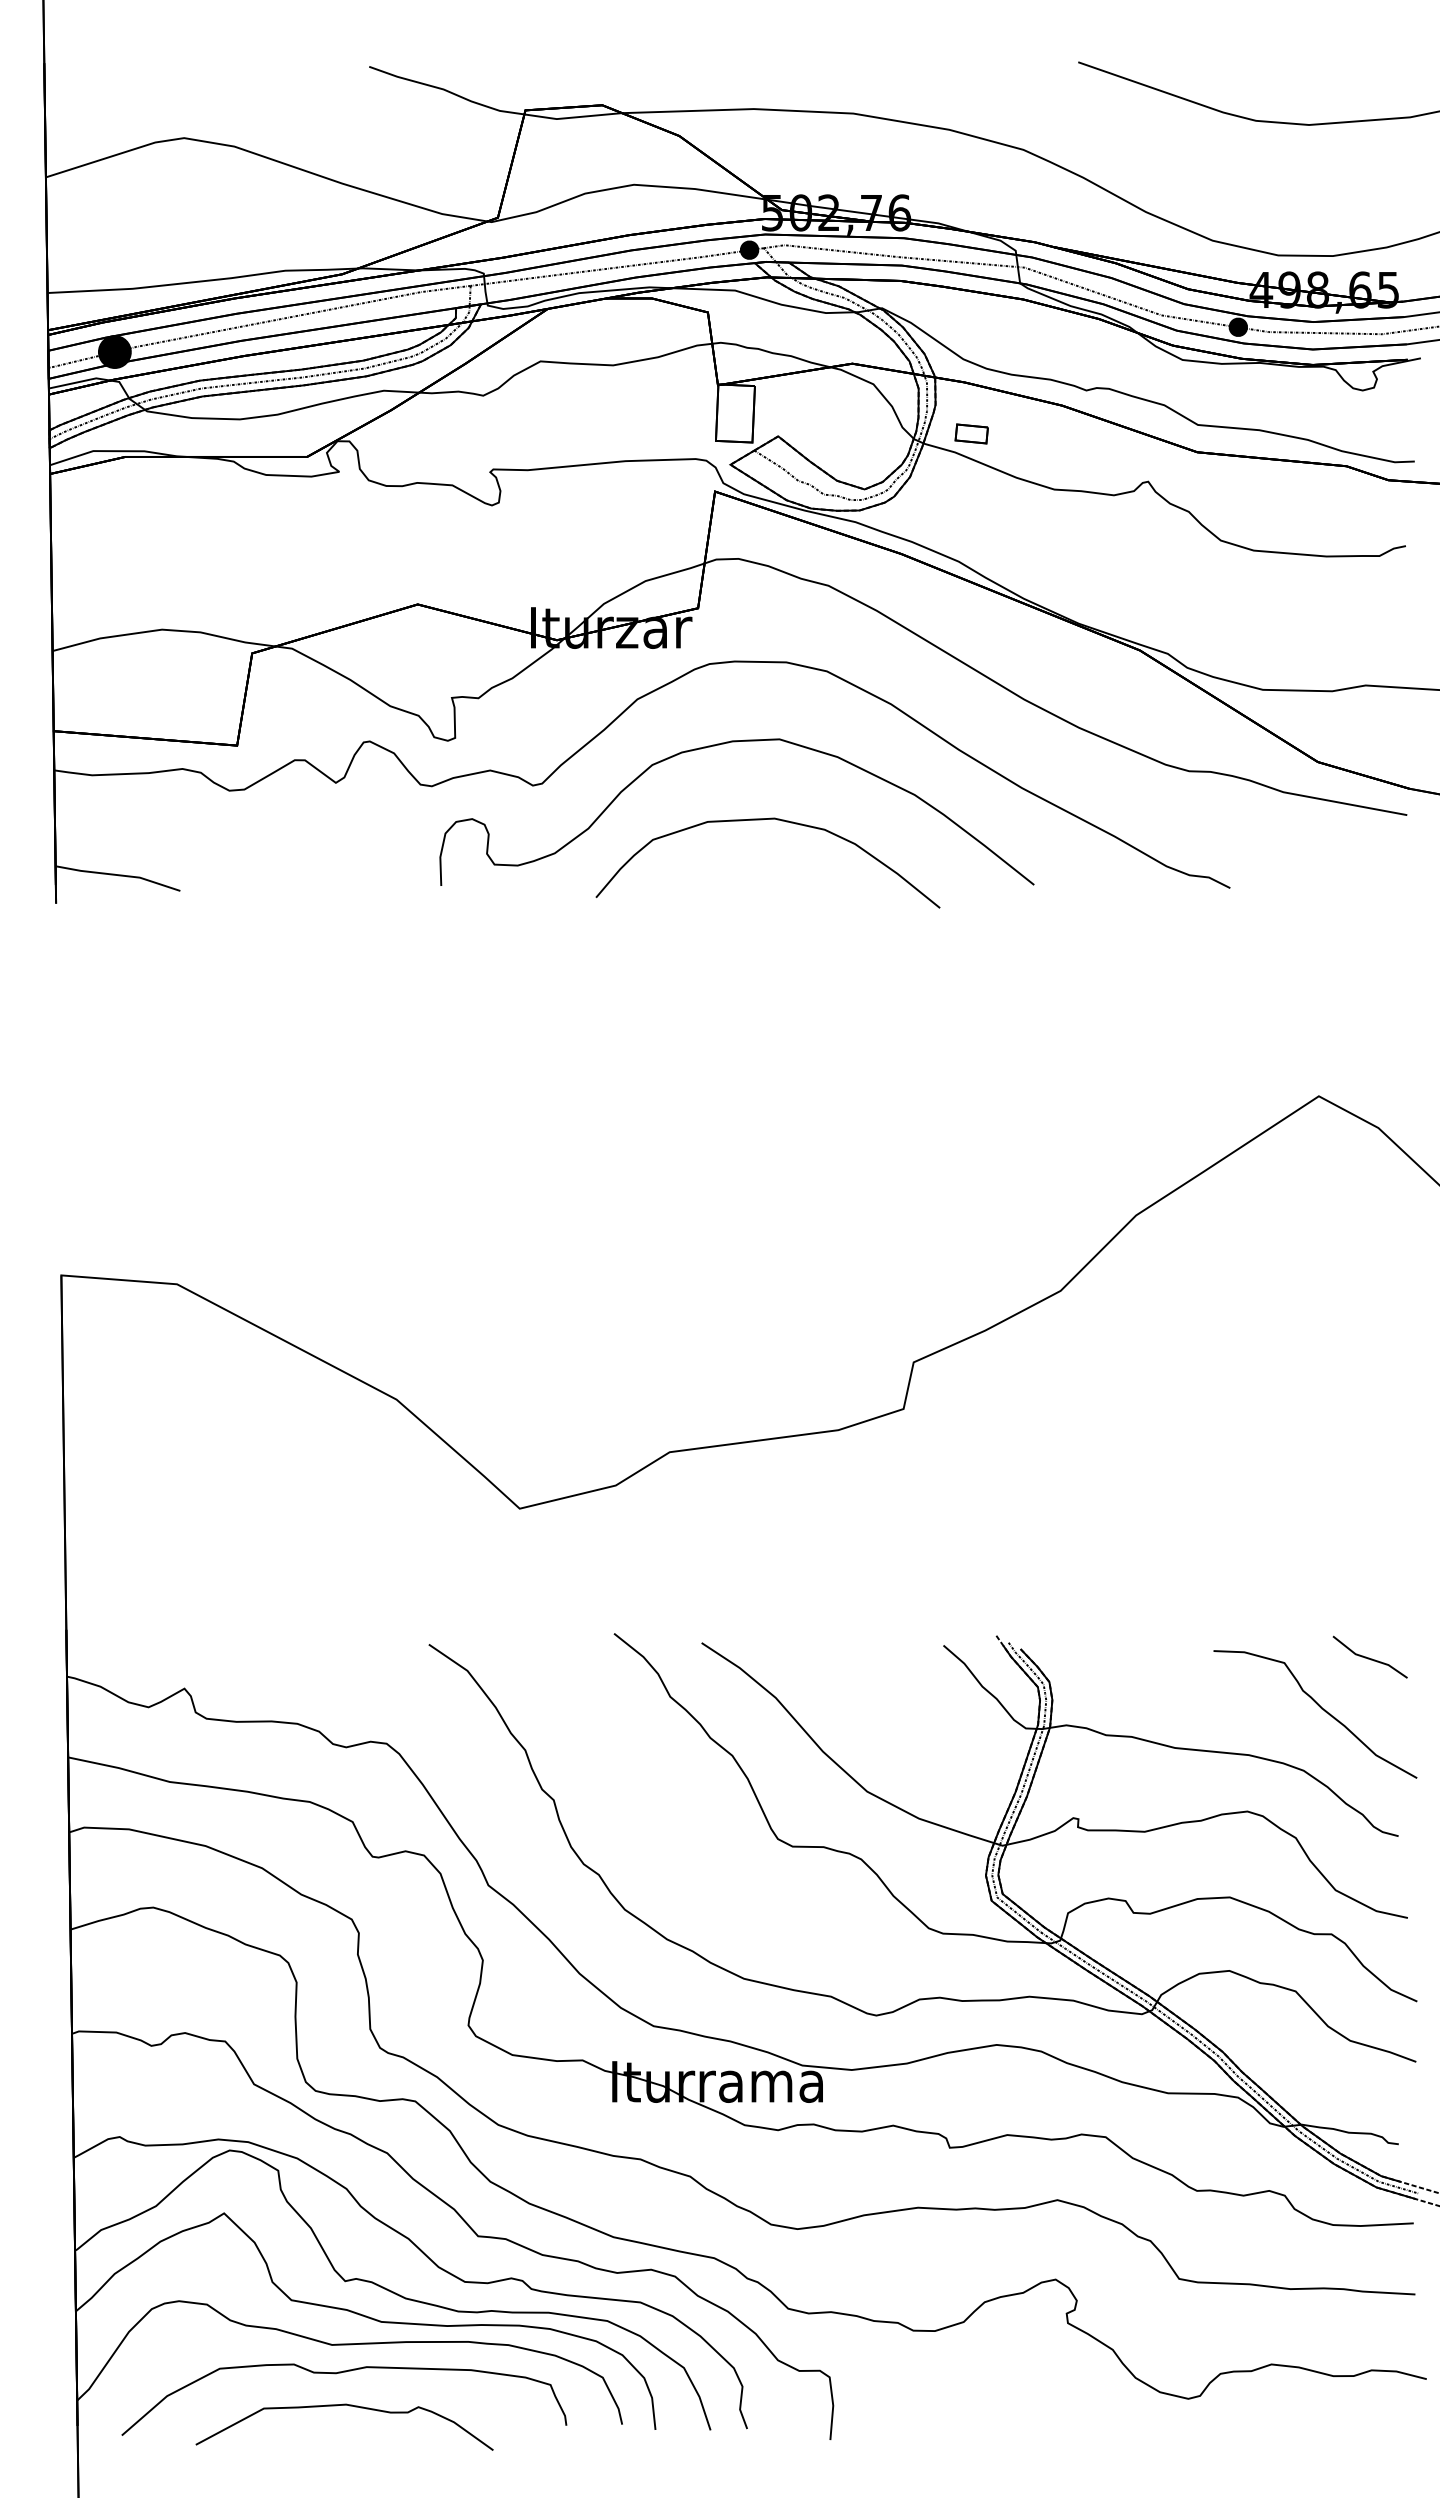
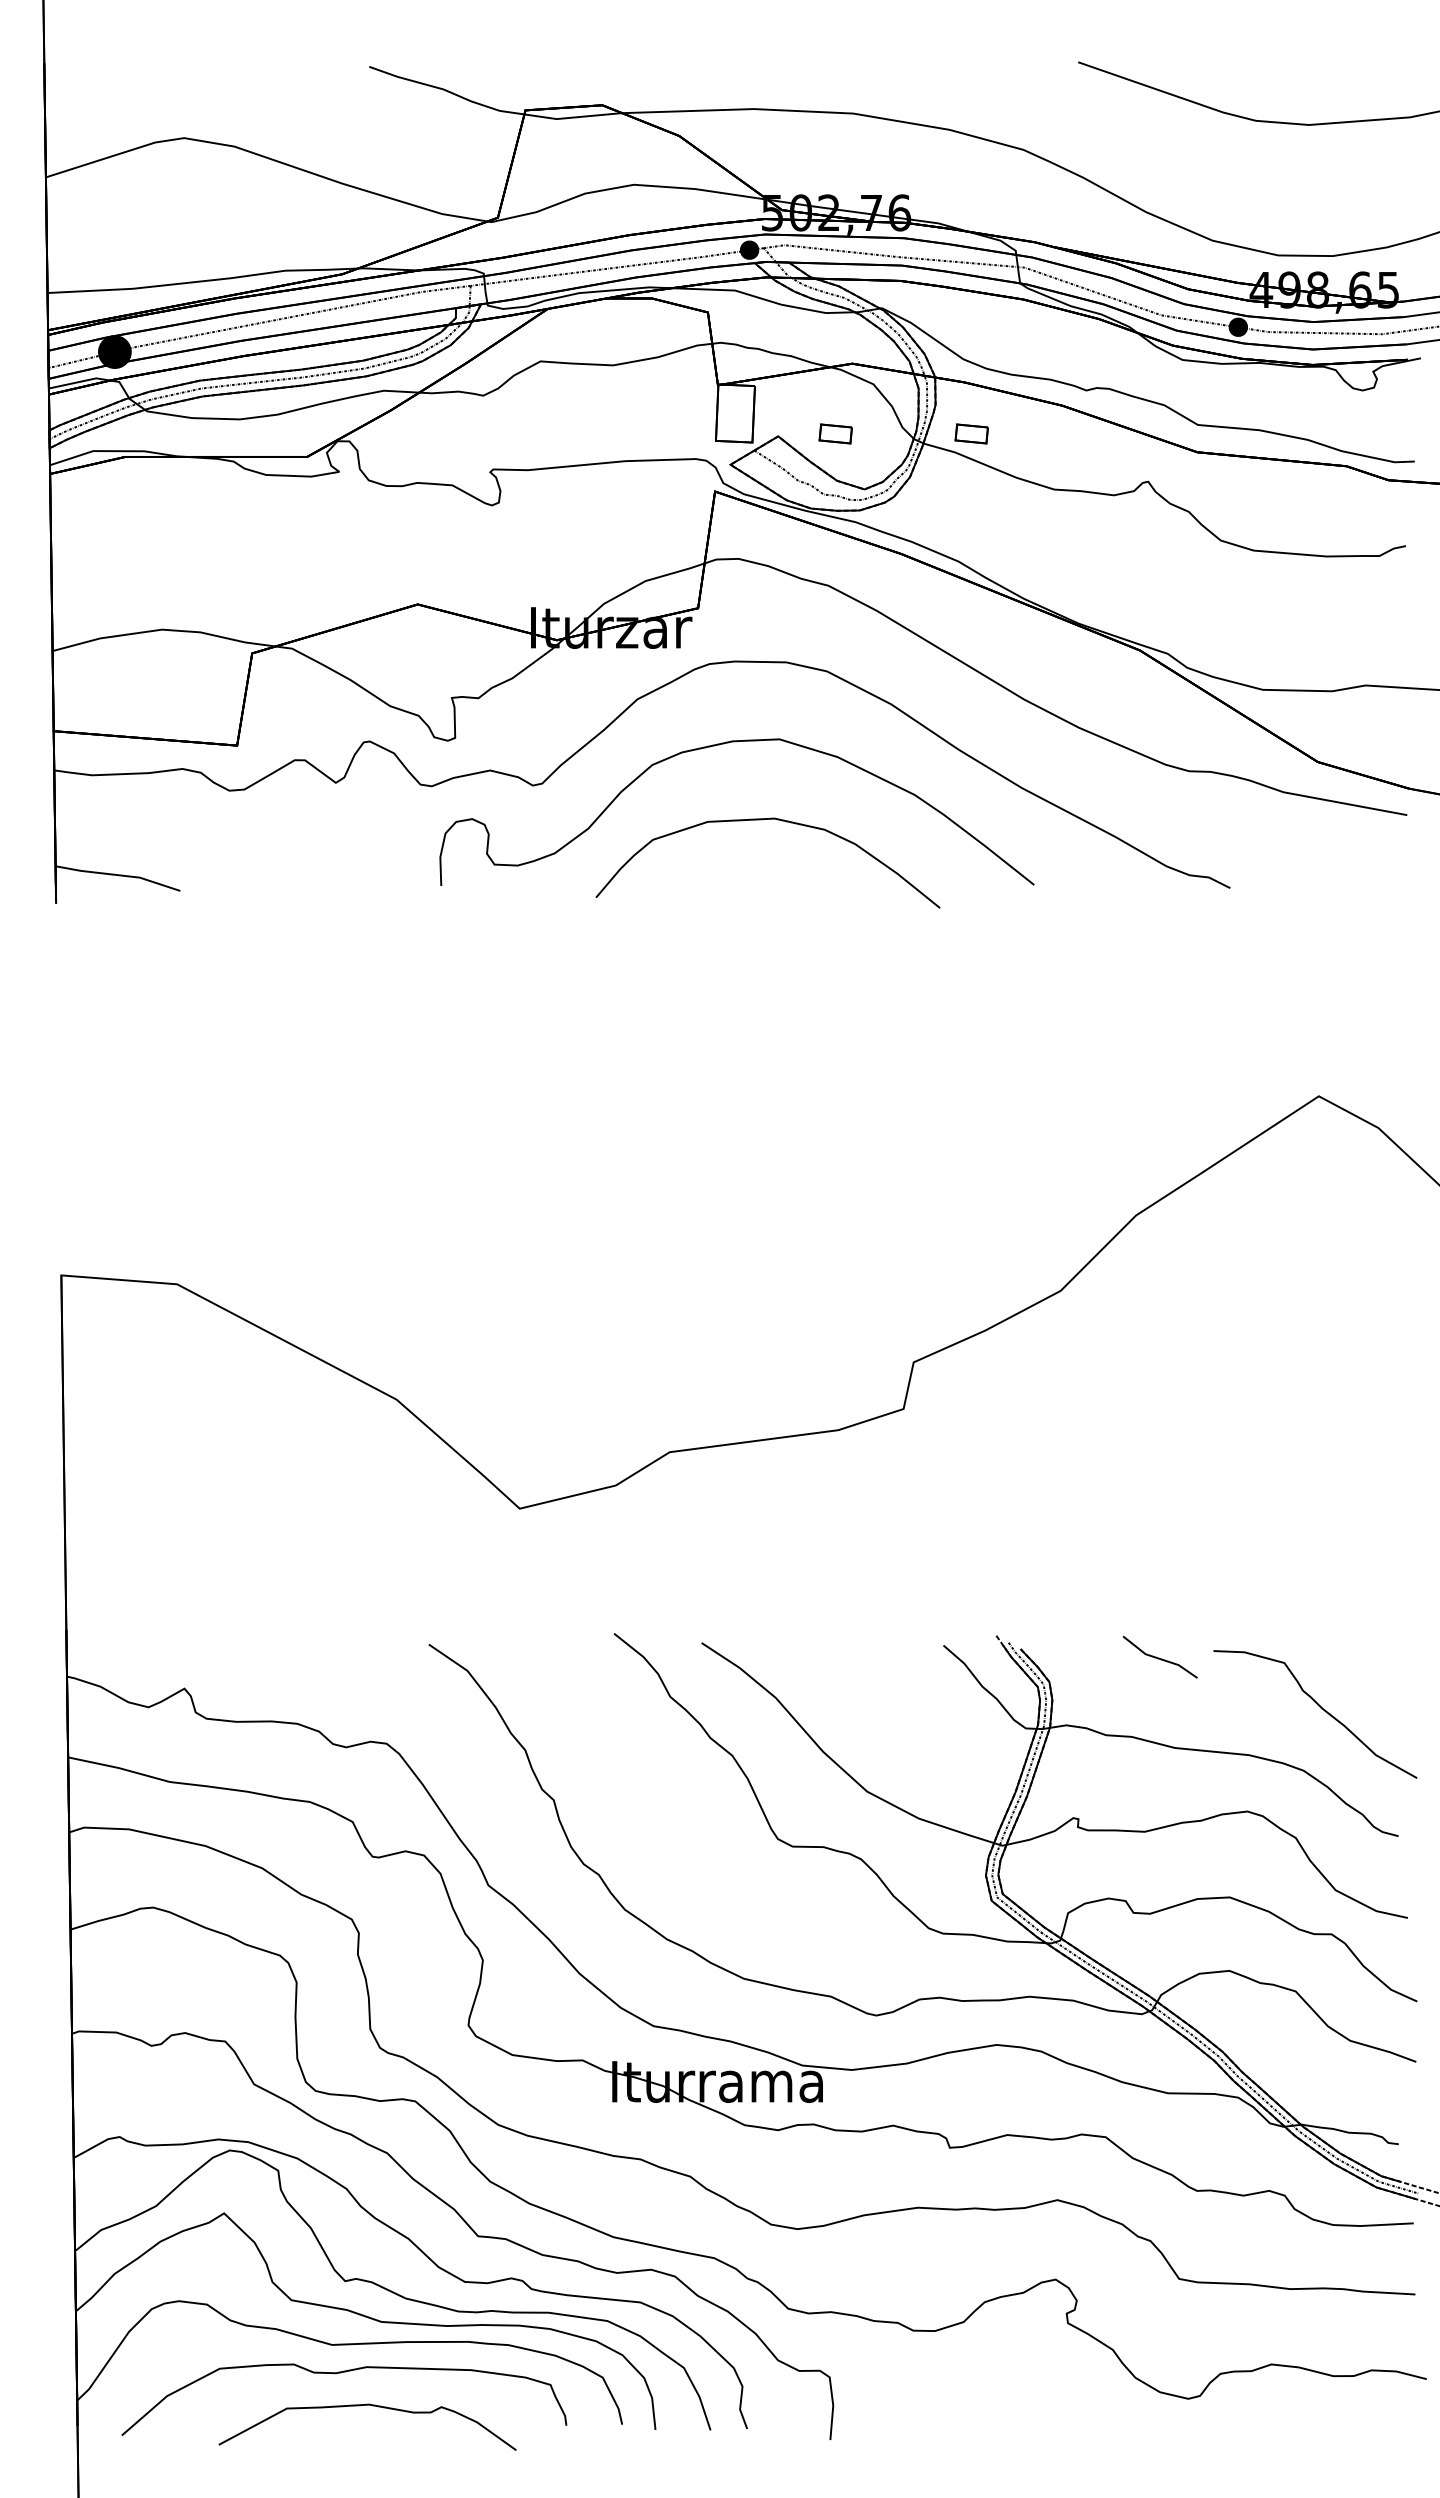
part at (835, 433): none -> present
part at (1369, 1656) position: (1369, 1656) -> (1159, 1656)
part at (349, 2406) position: (349, 2406) -> (372, 2406)
